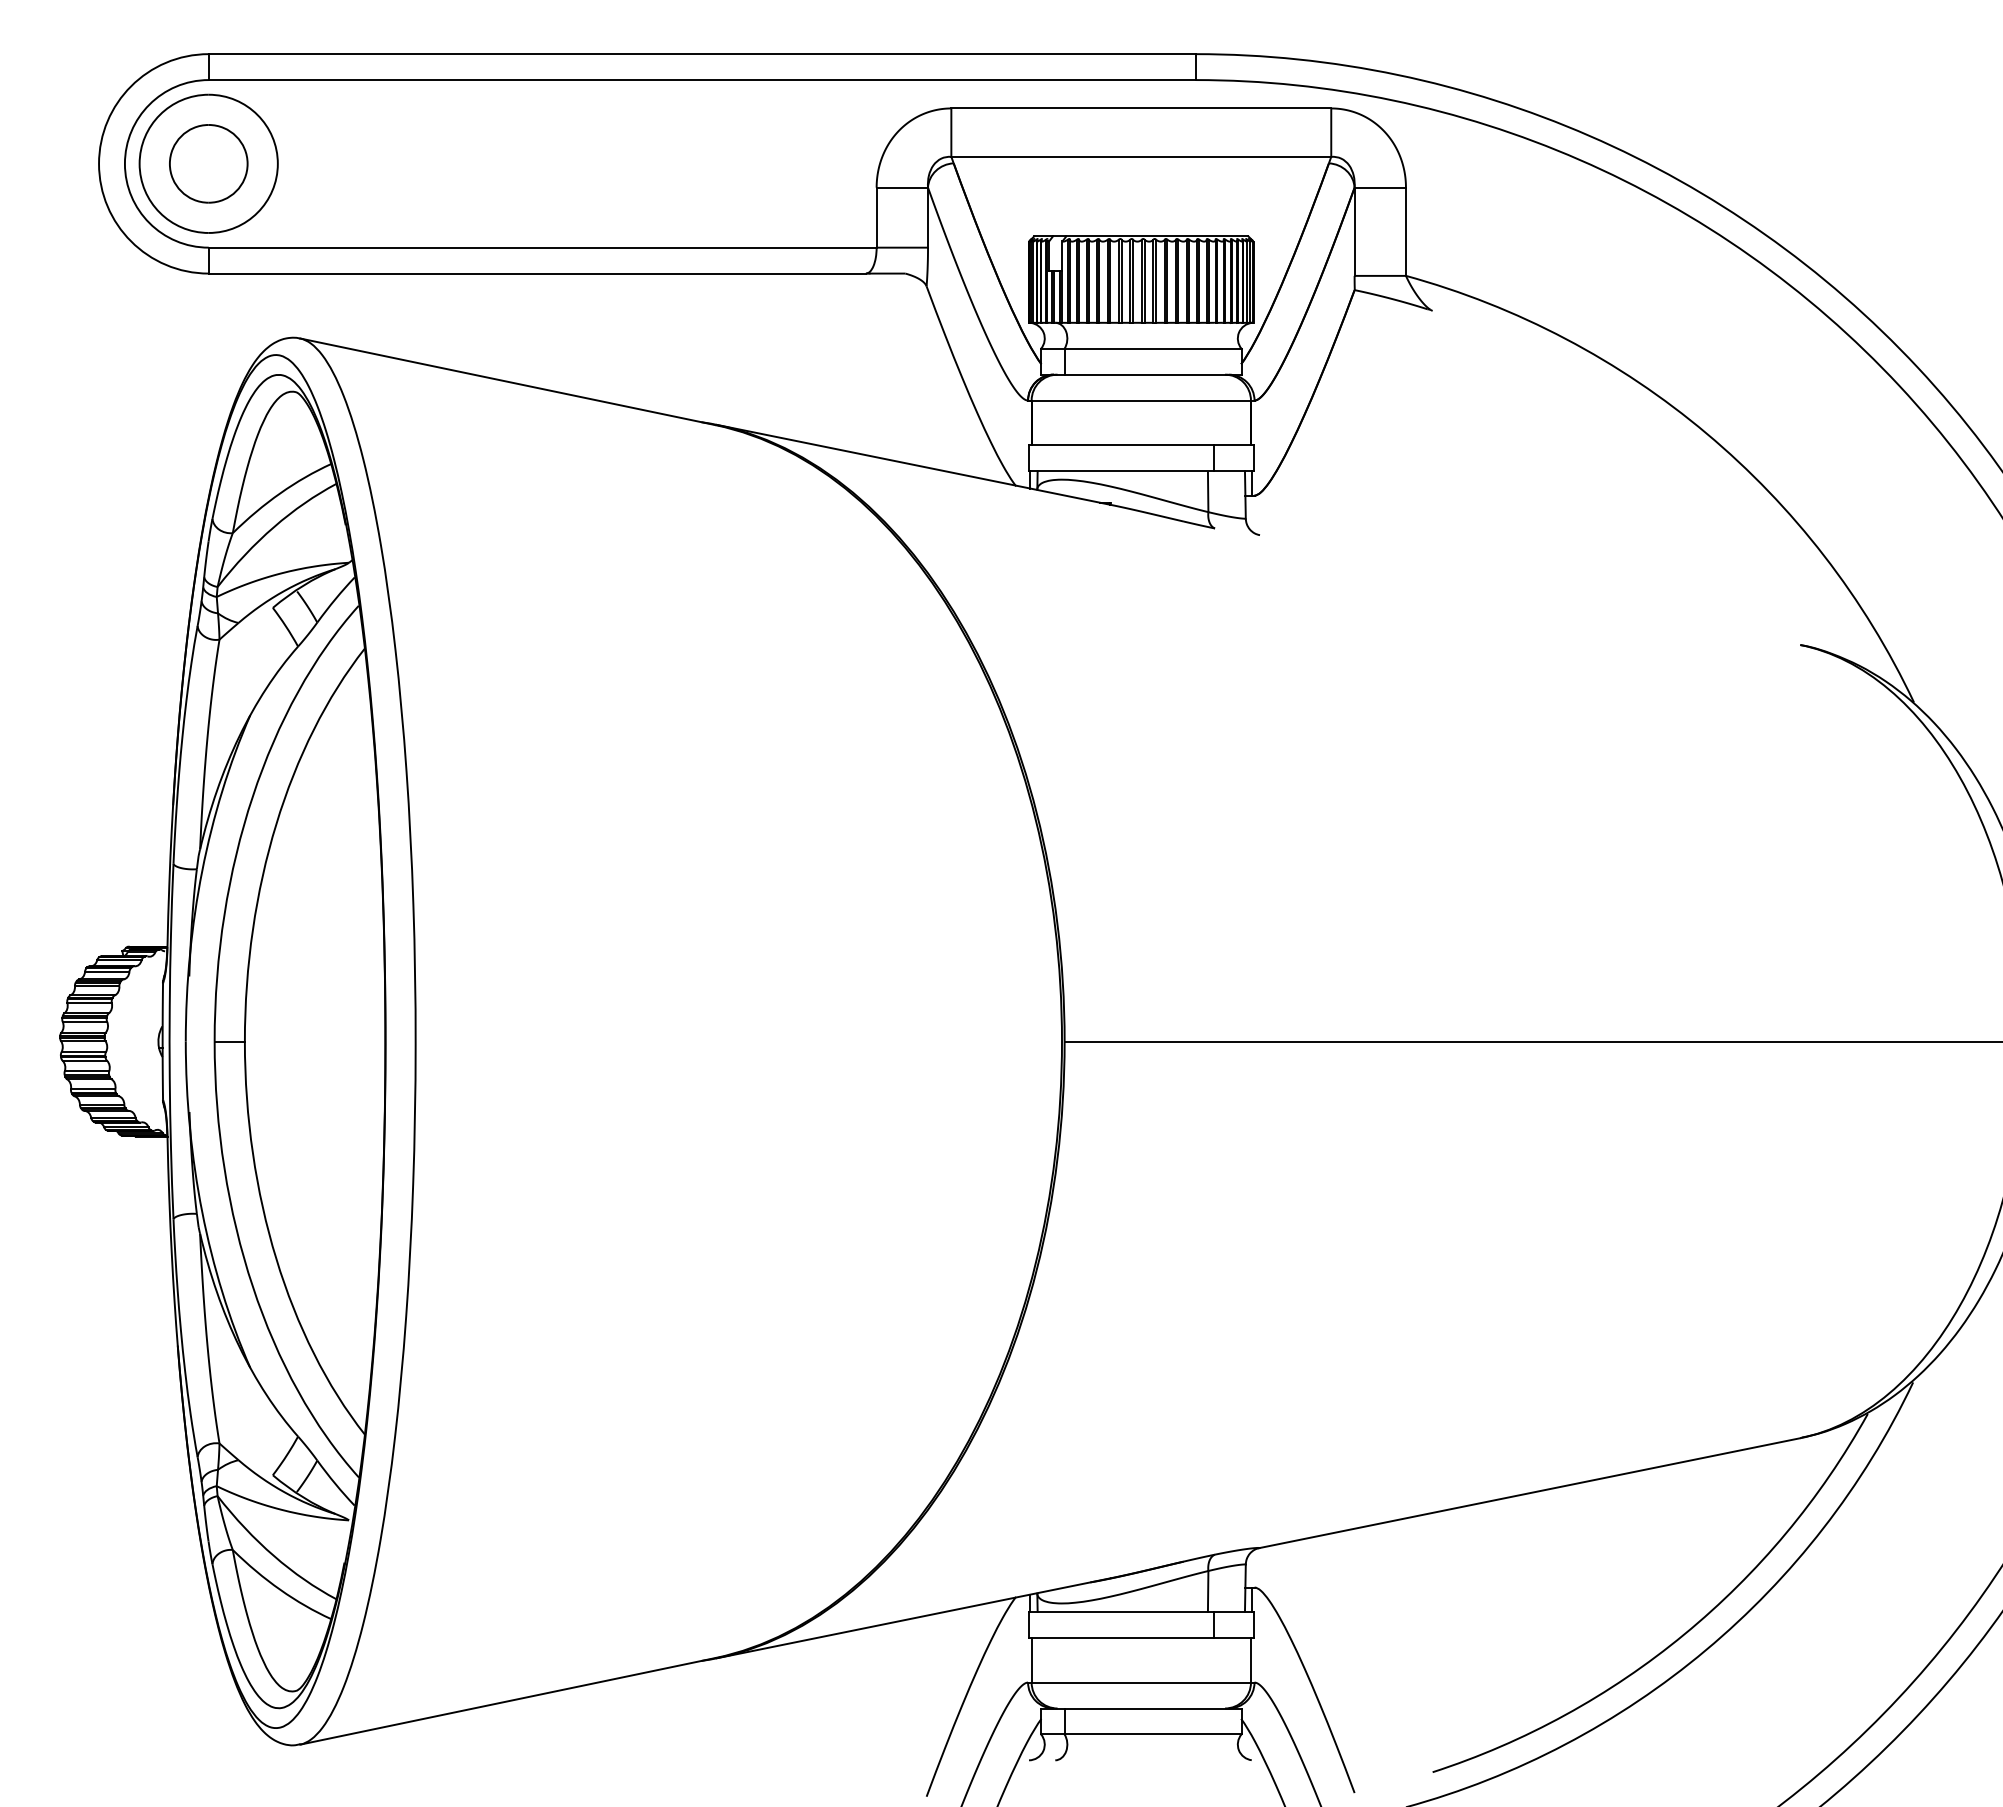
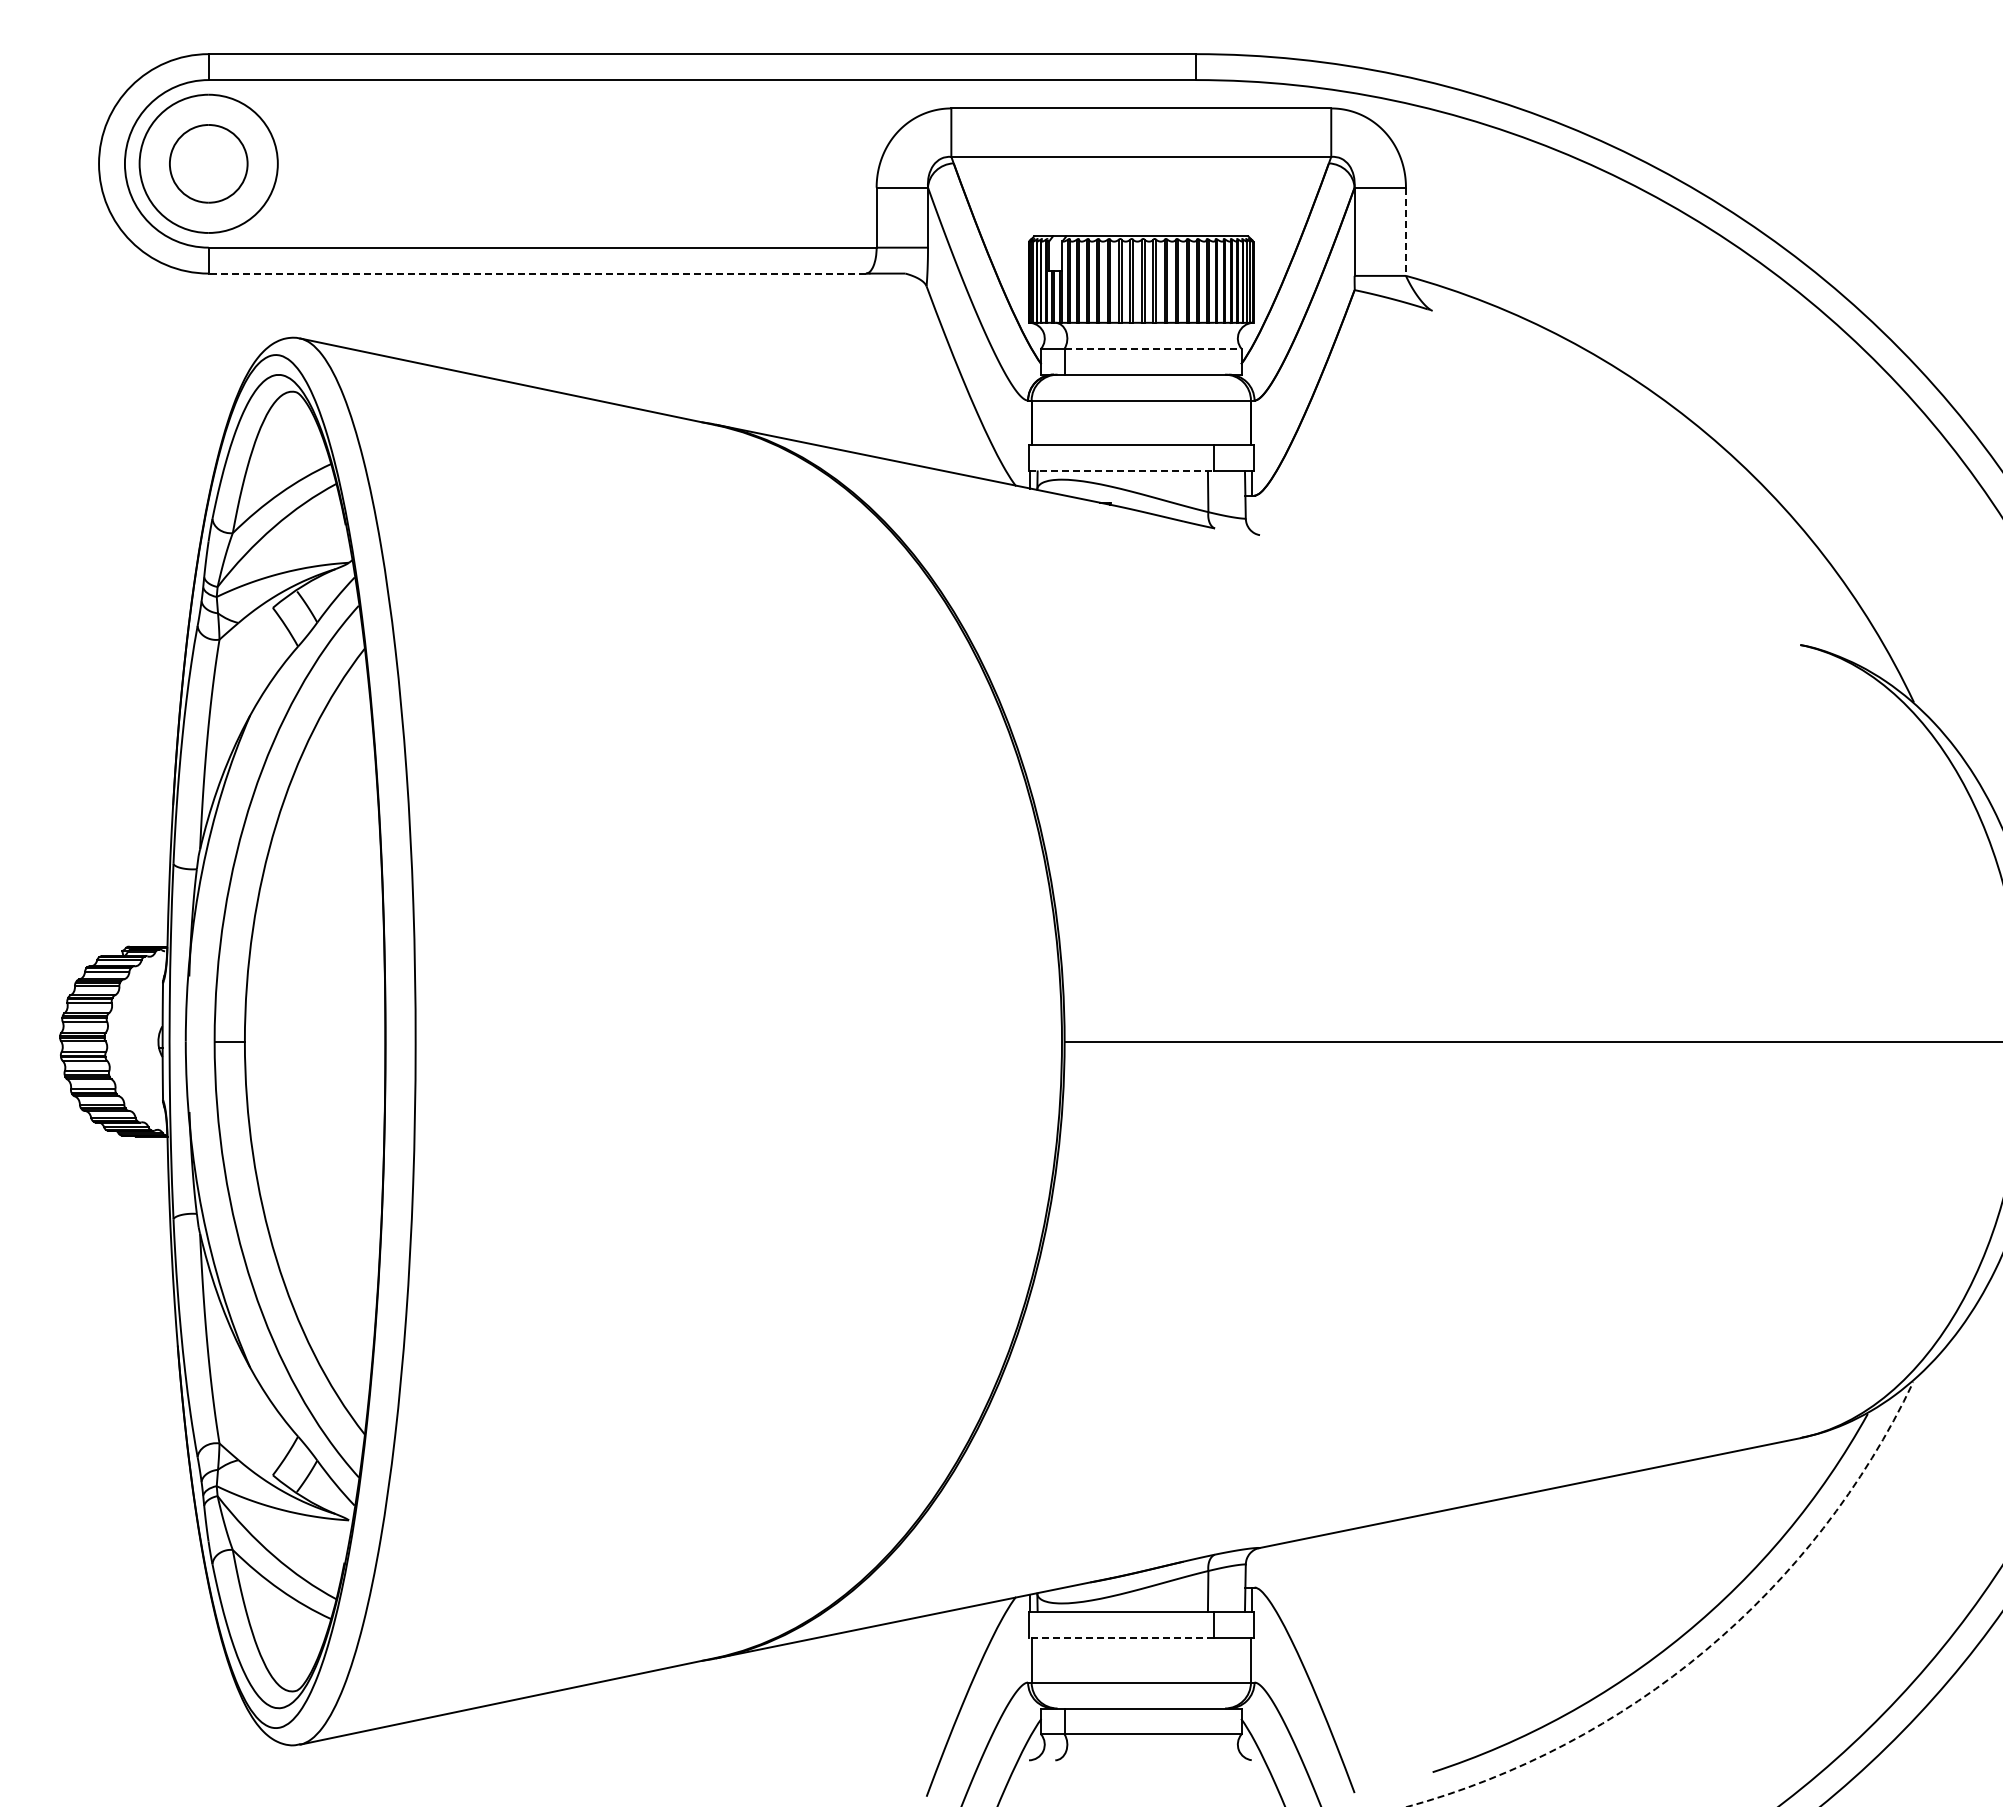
line at (1405, 232): solid -> dashed
line at (537, 273): solid -> dashed
line at (1153, 348): solid -> dashed
line at (1121, 471): solid -> dashed
line at (1120, 1637): solid -> dashed
arc at (1705, 1650): solid -> dashed
